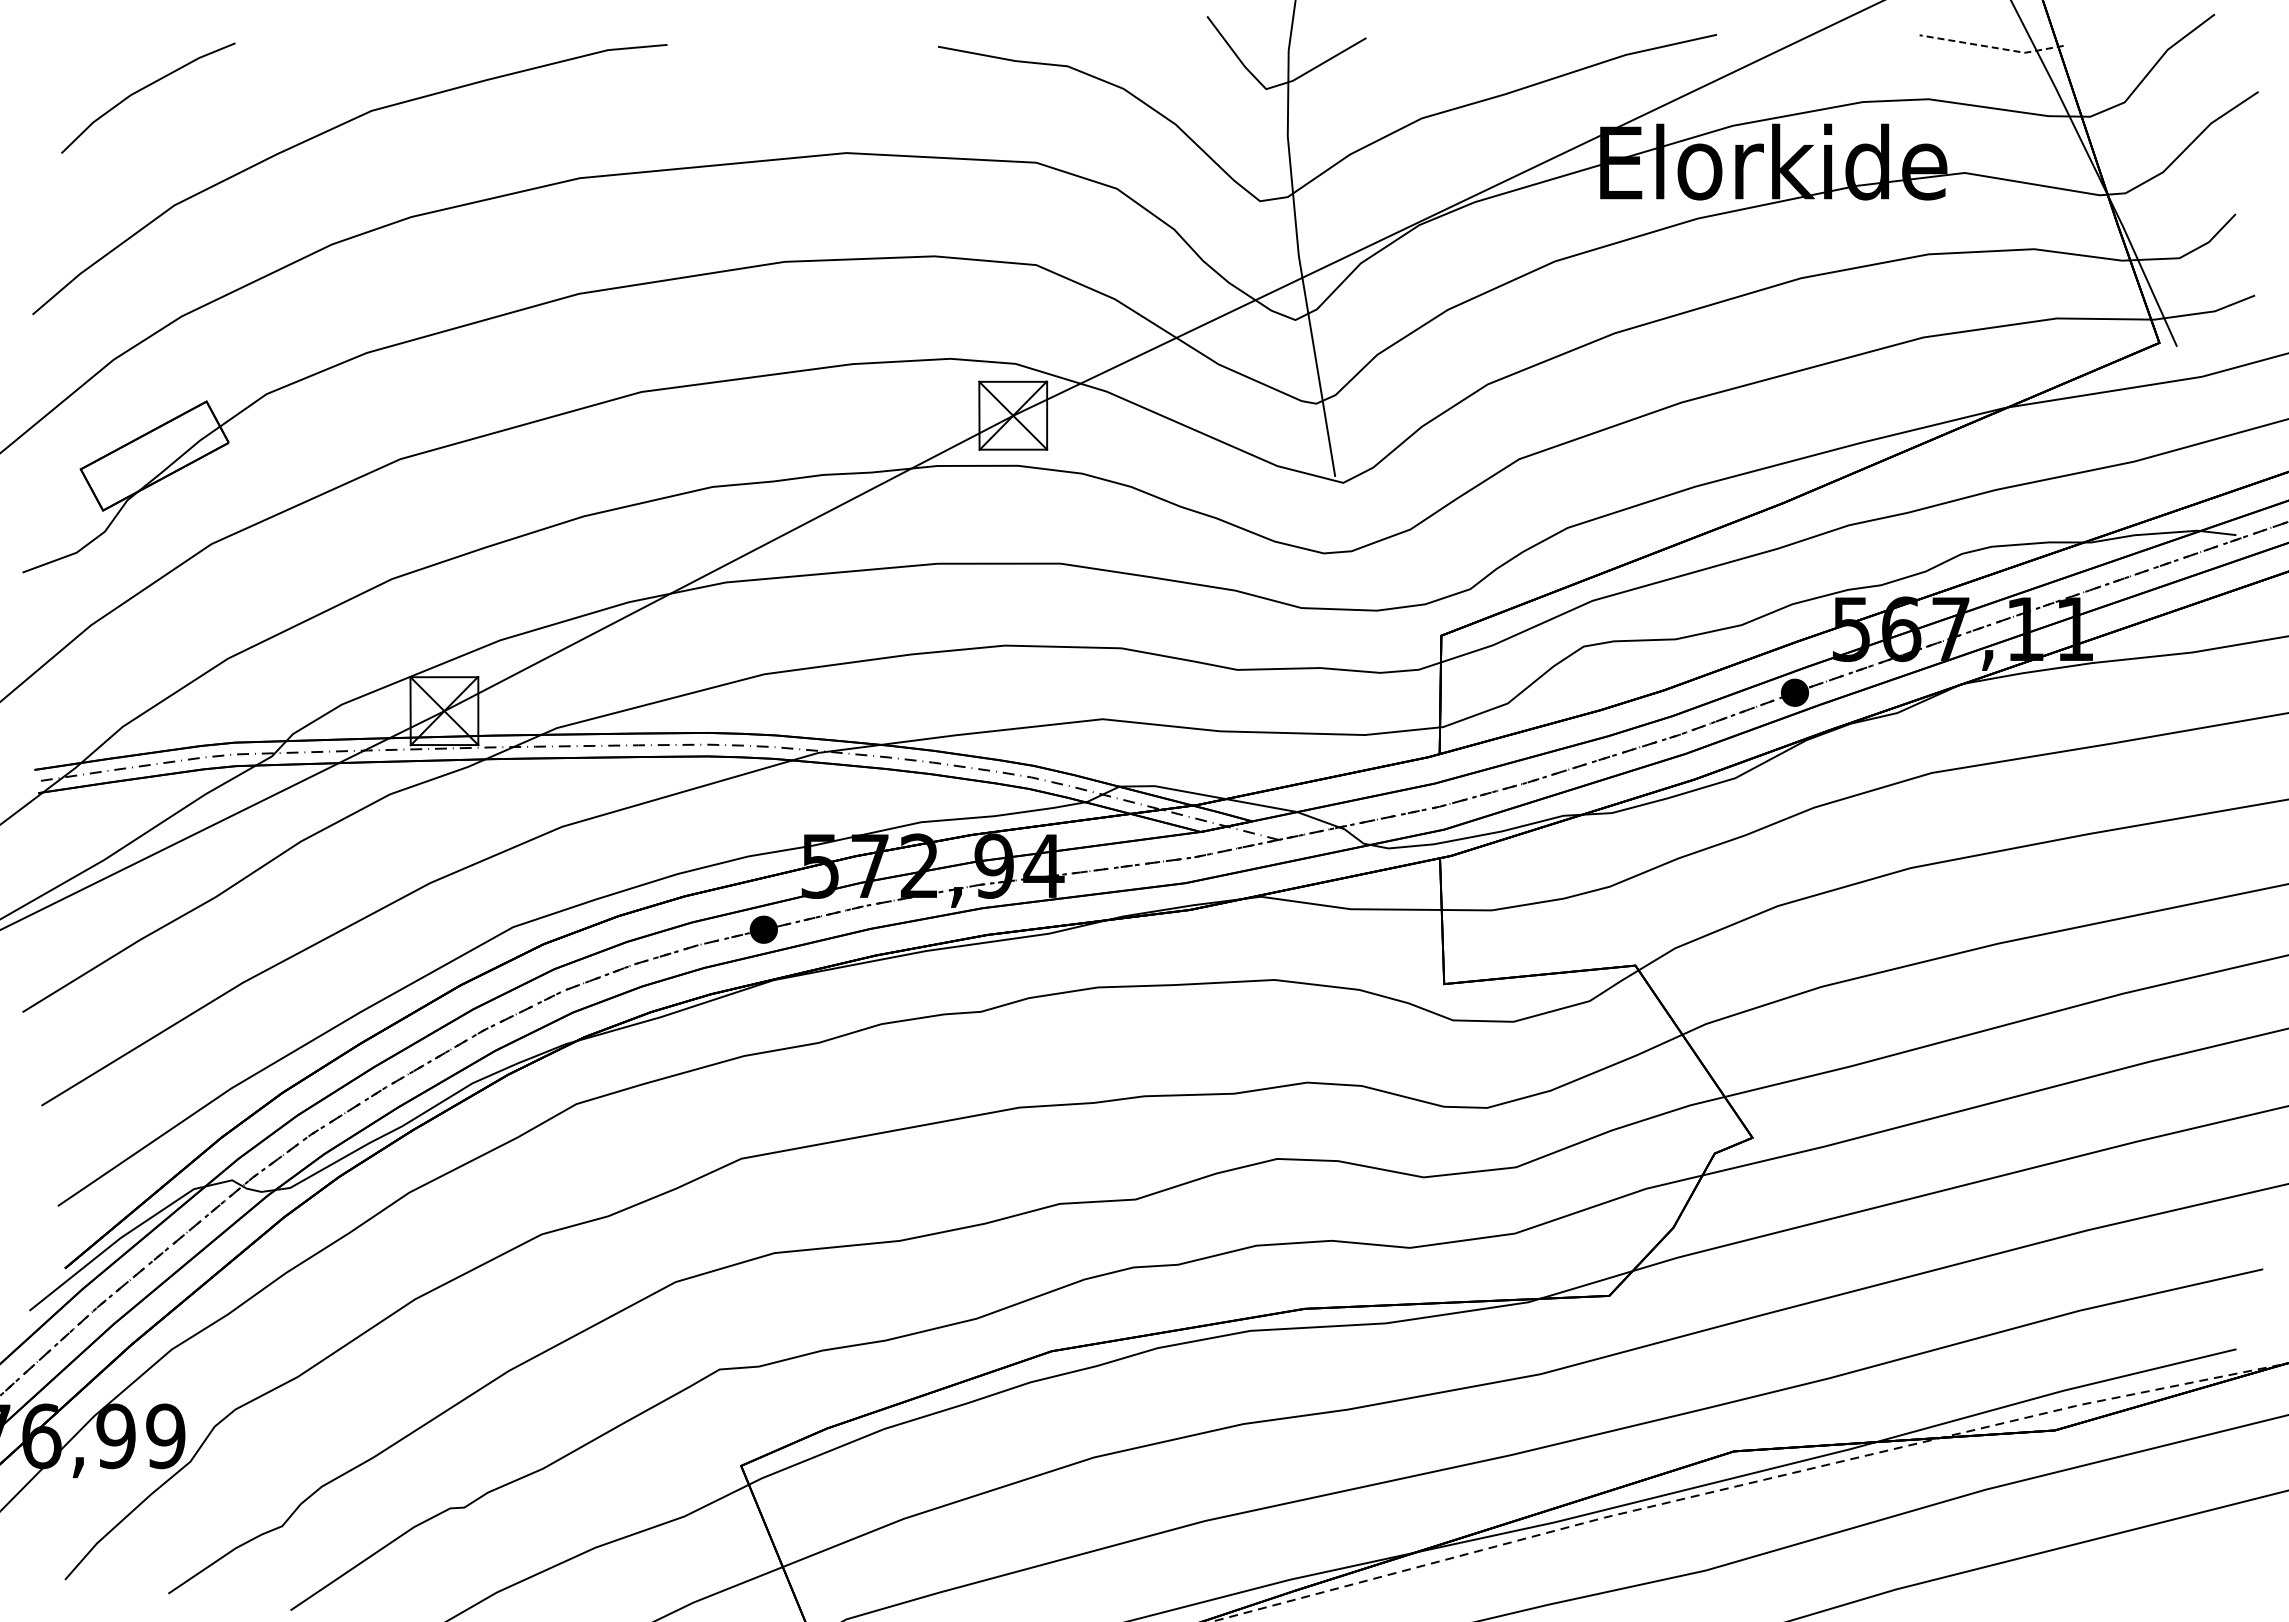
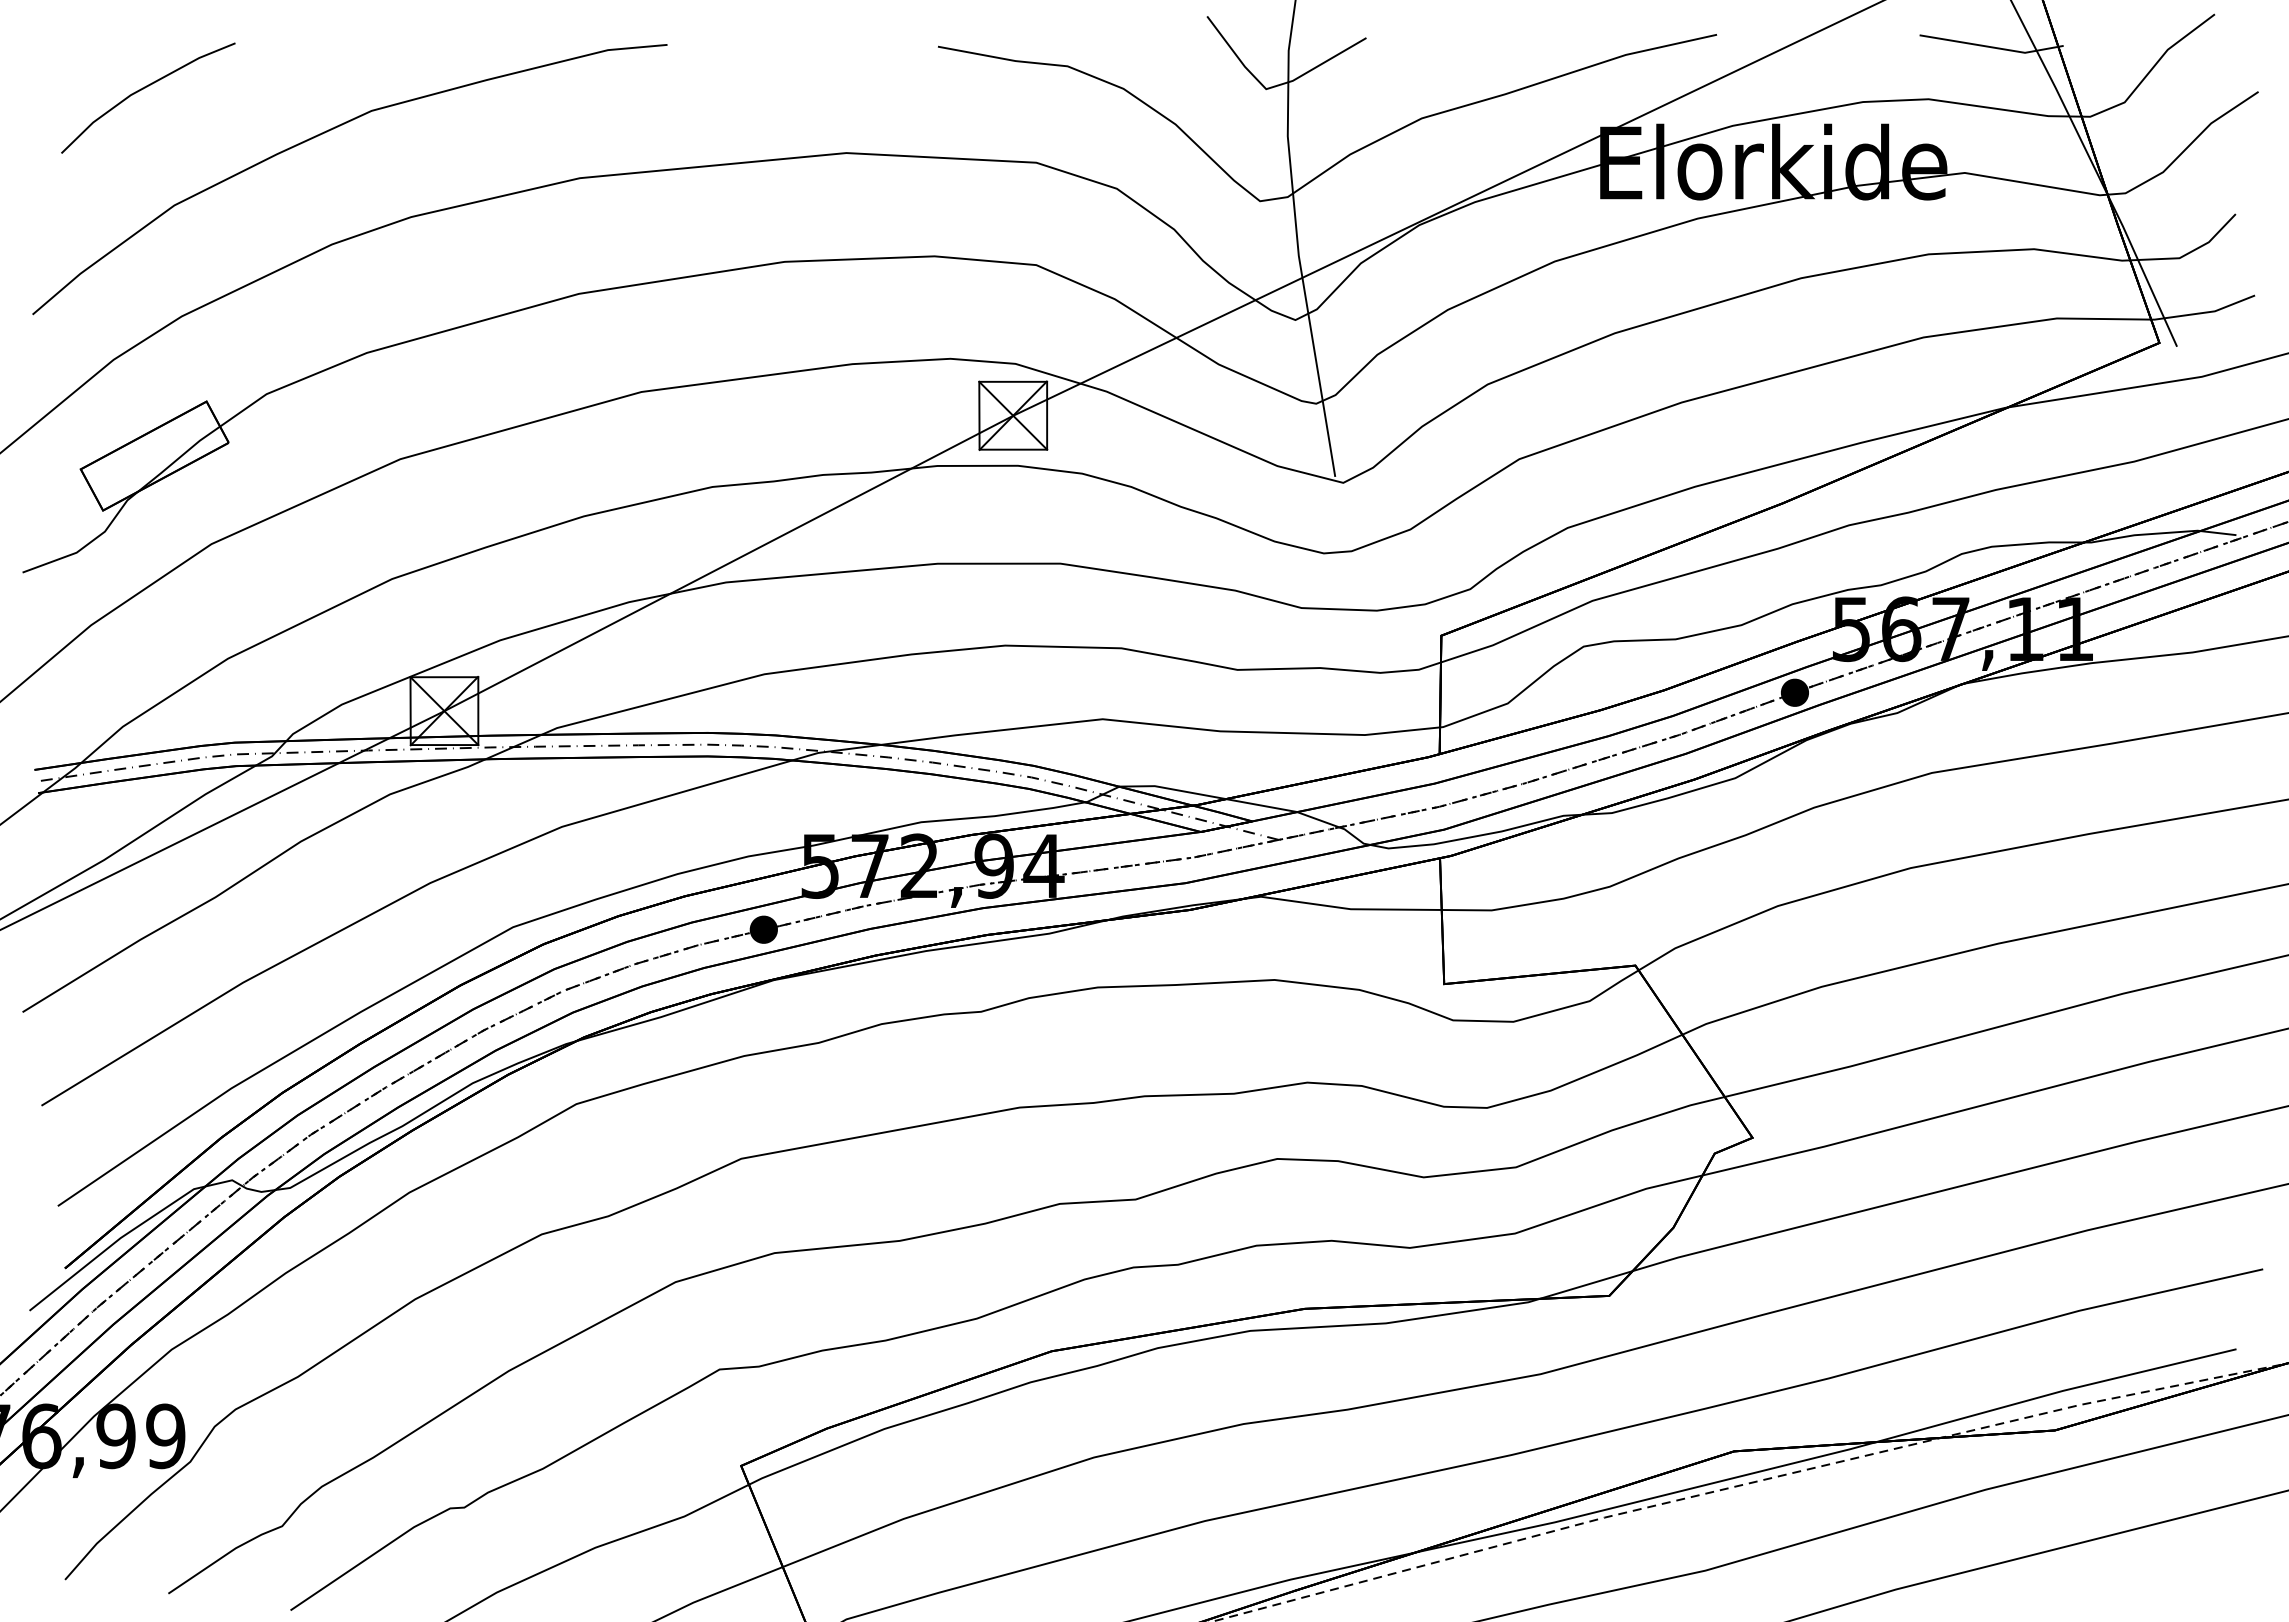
line at (1992, 47): dashed -> solid
